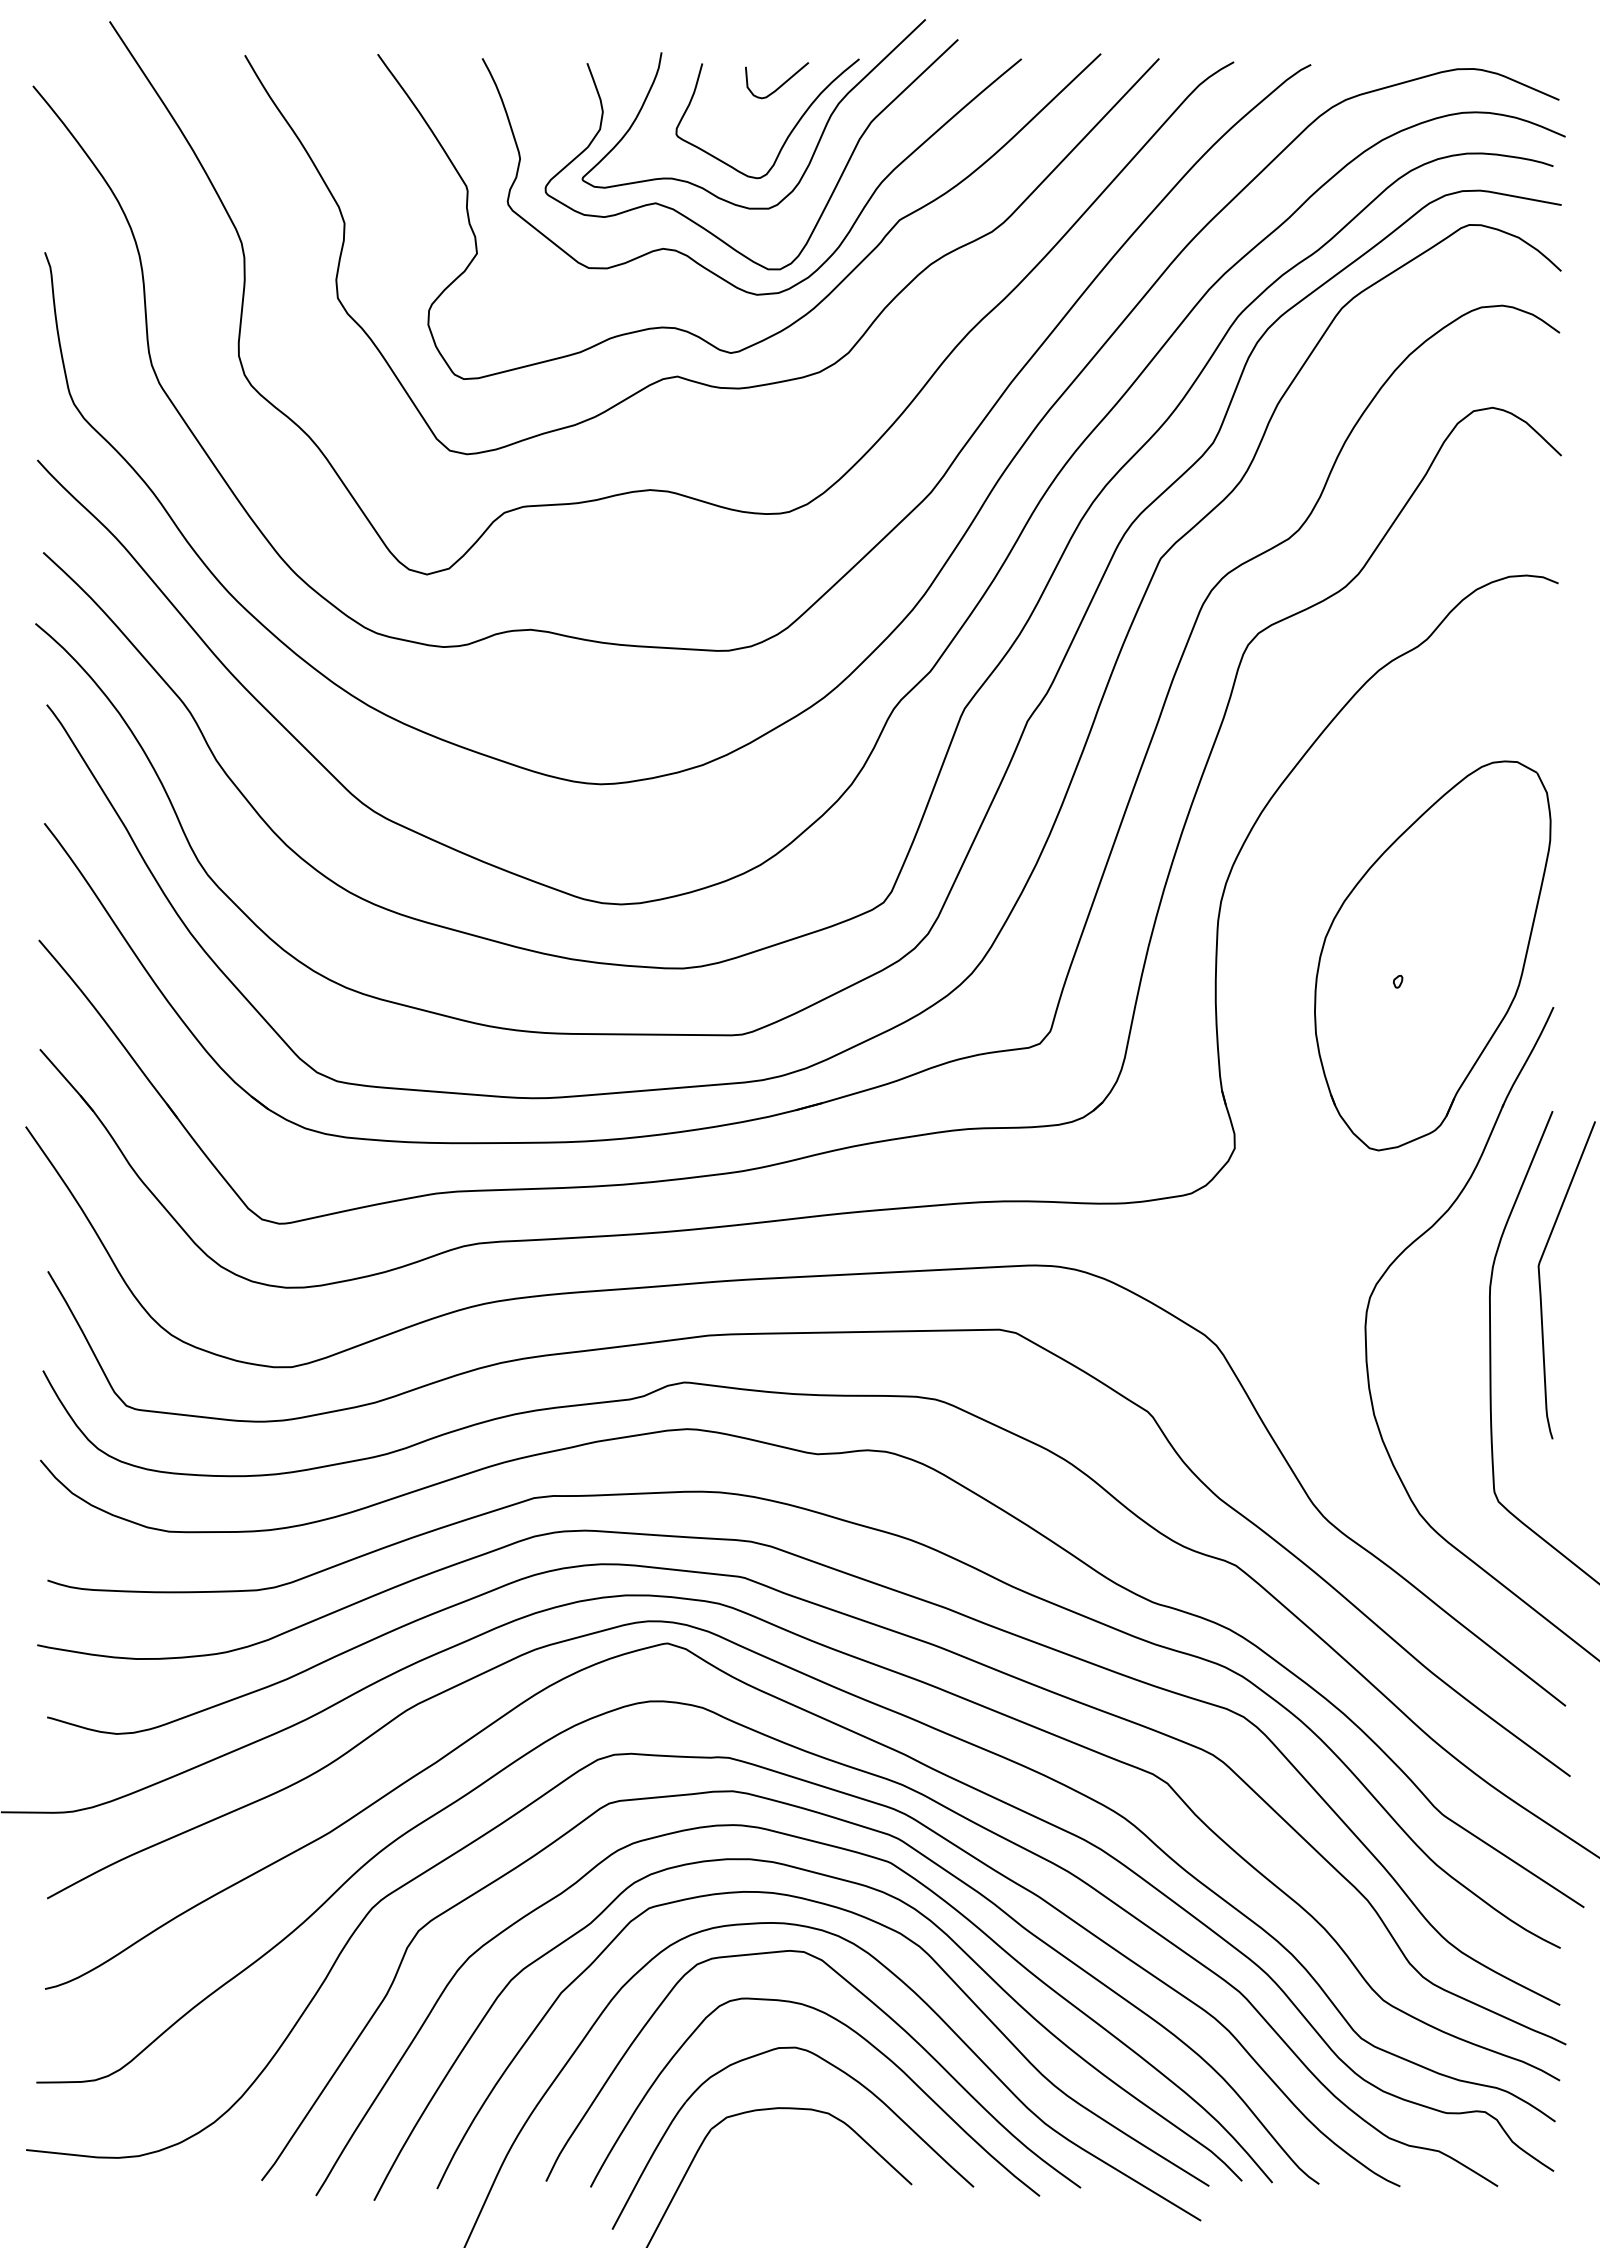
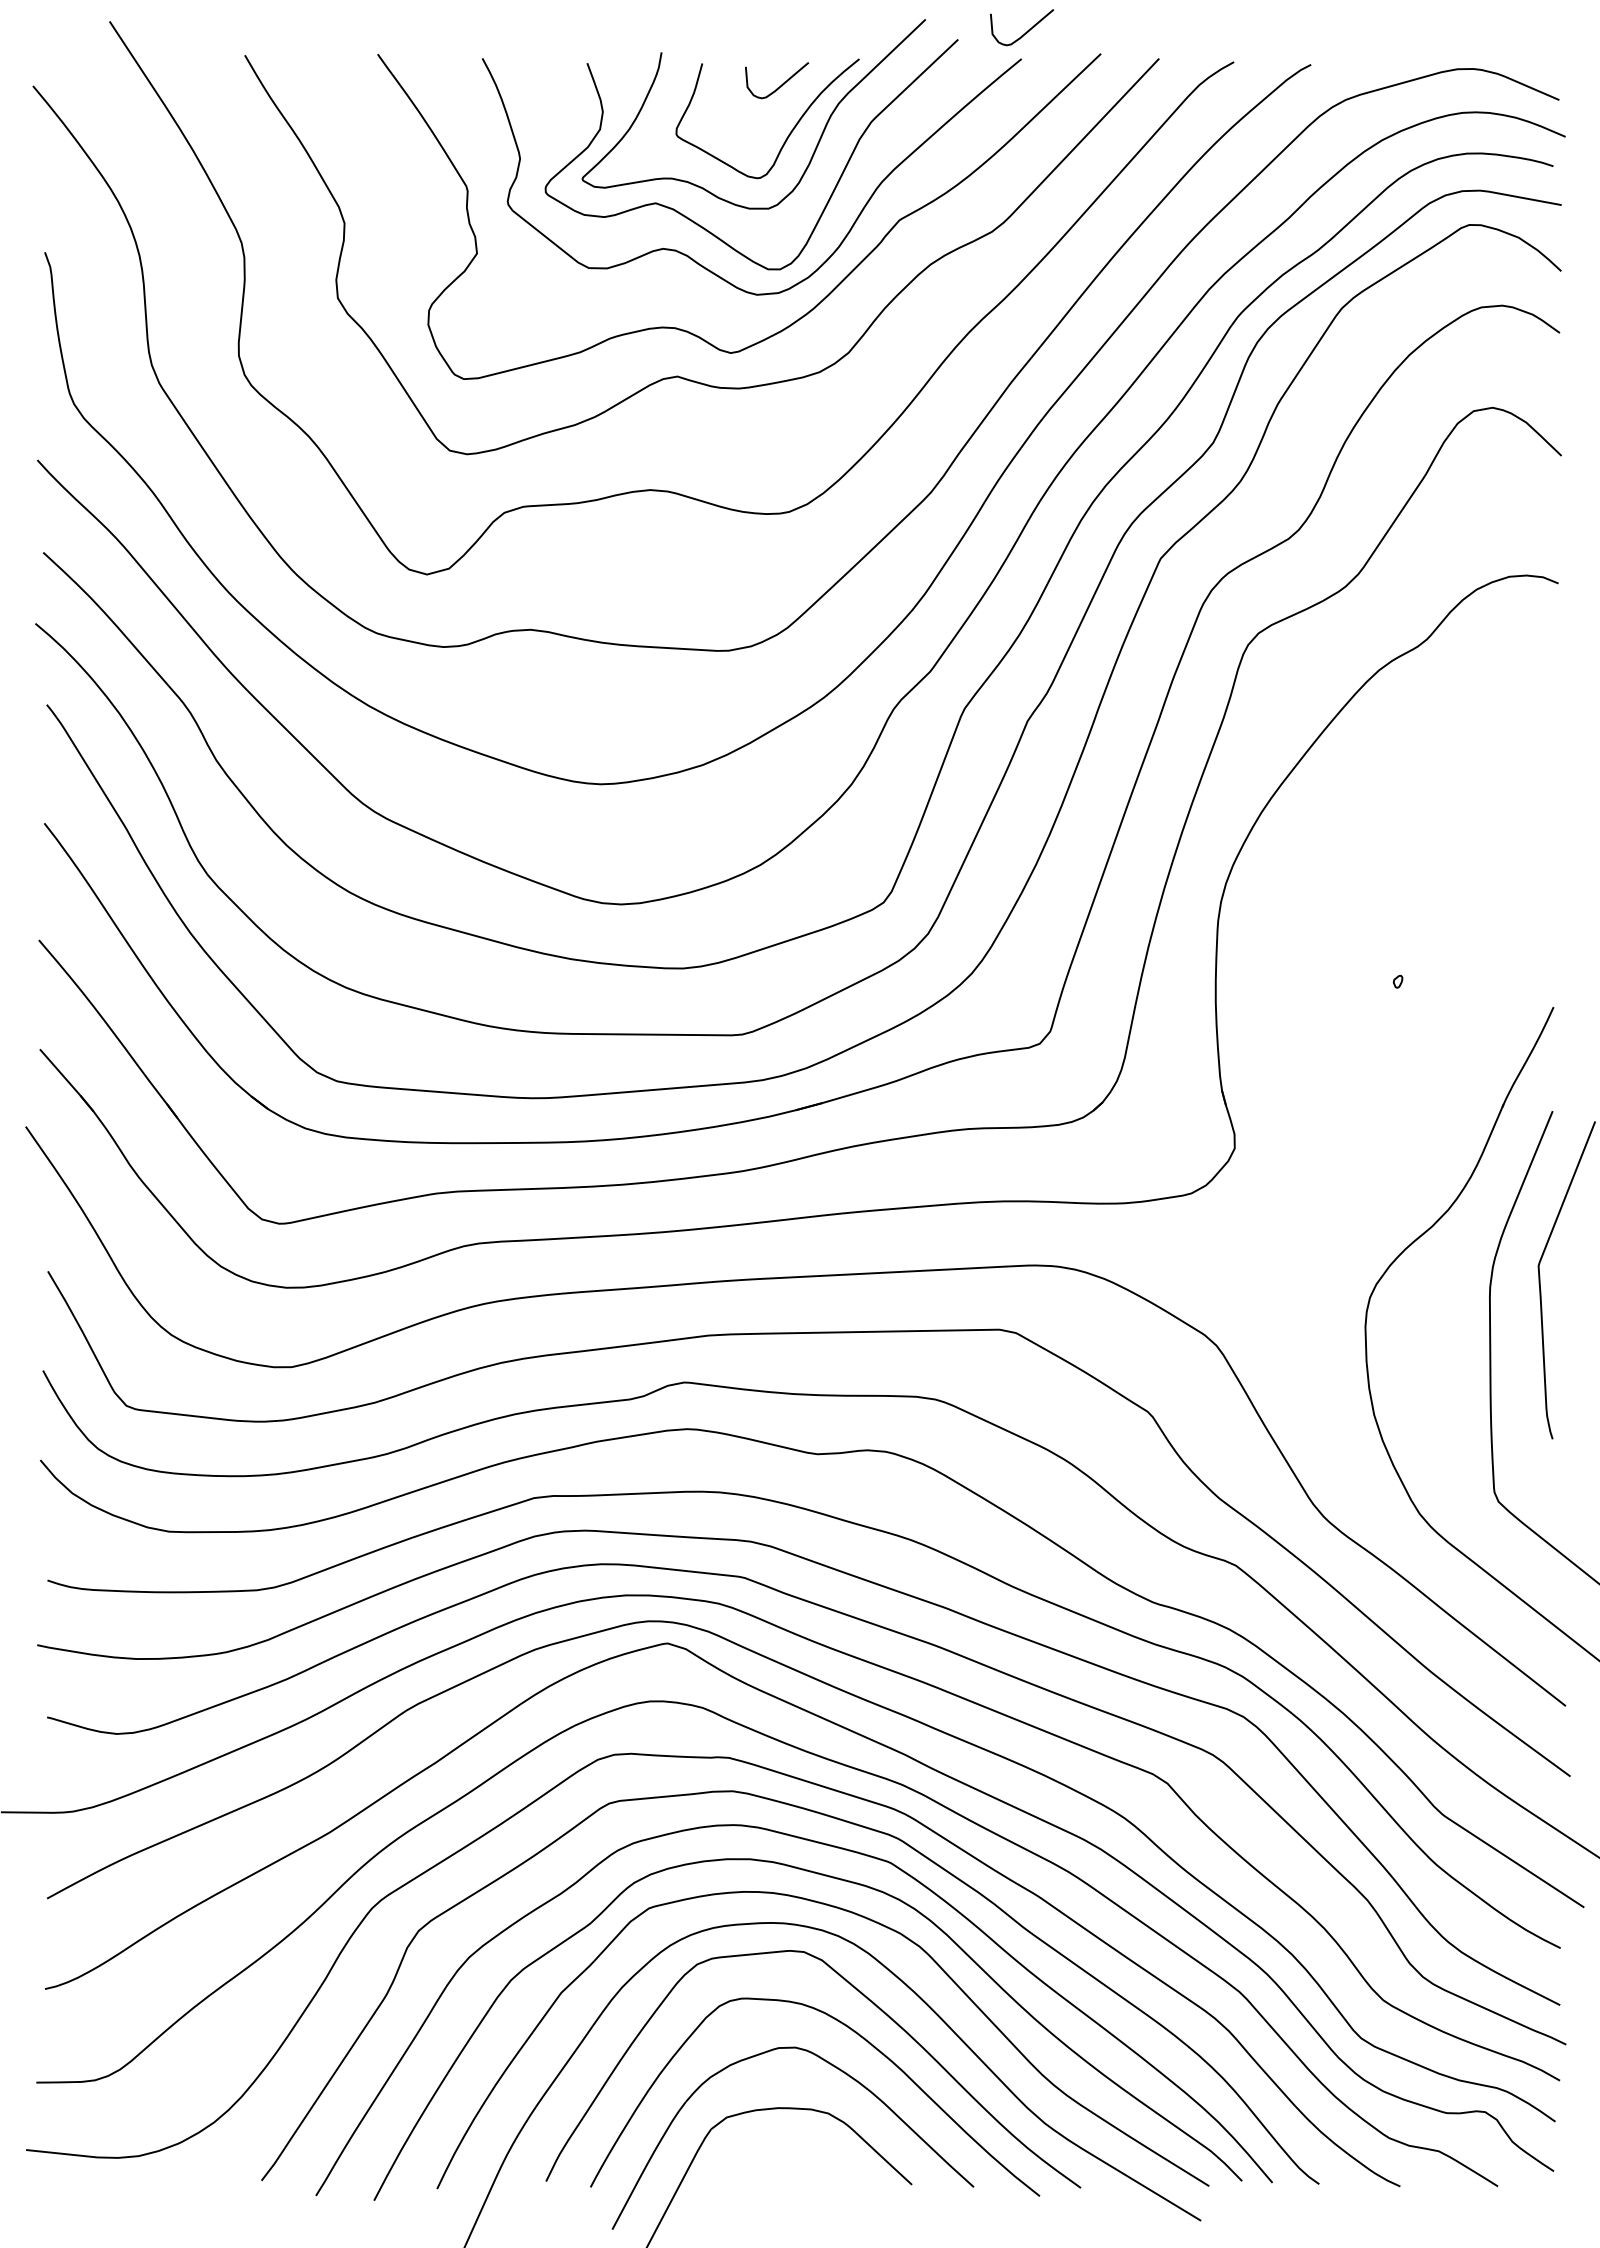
curve at (1026, 31): none -> present
part at (1432, 955): present -> none
